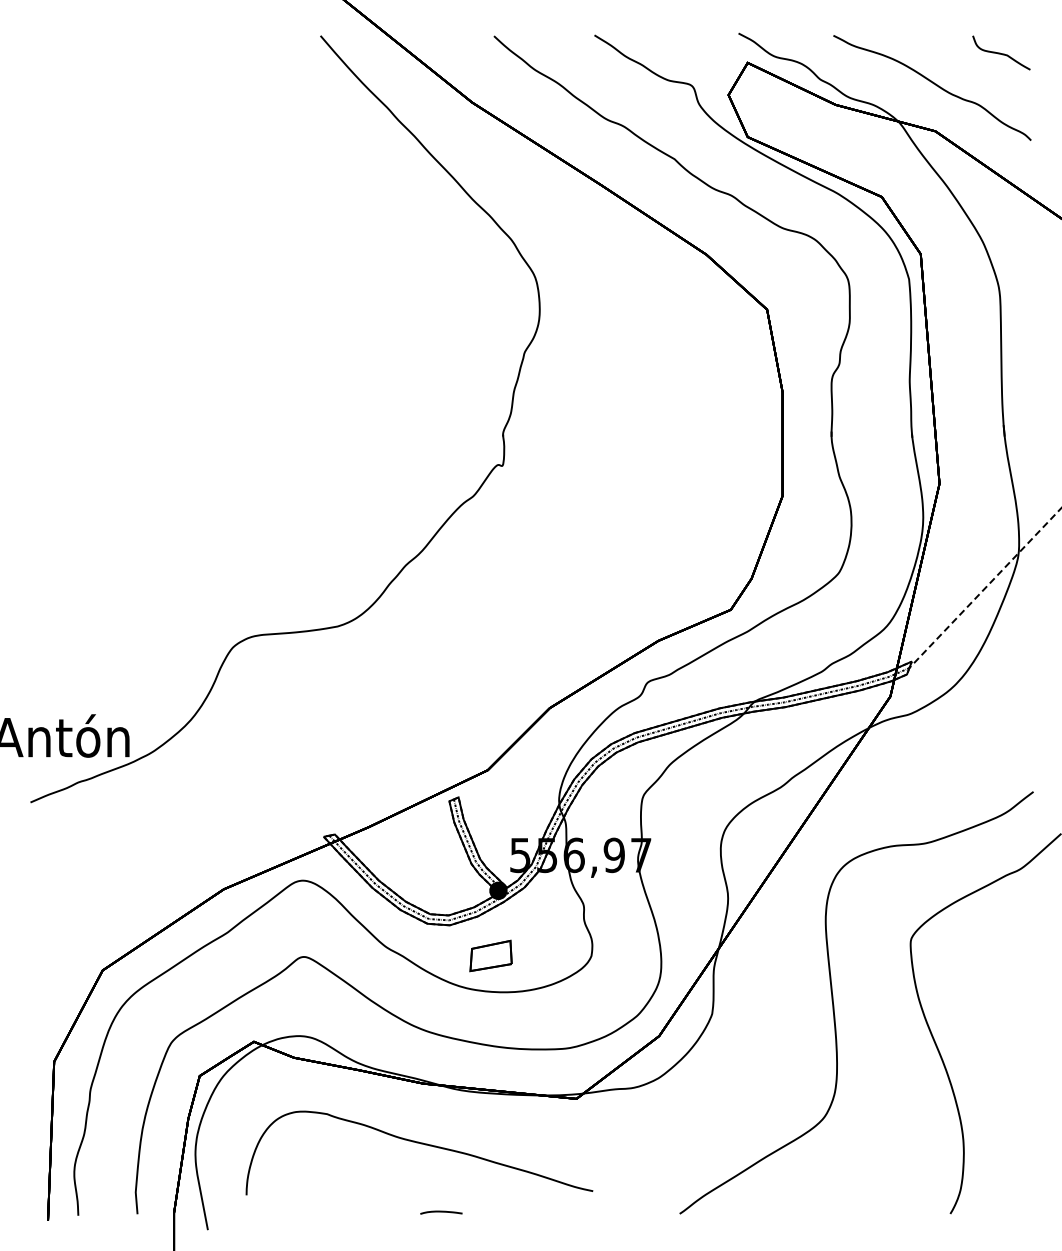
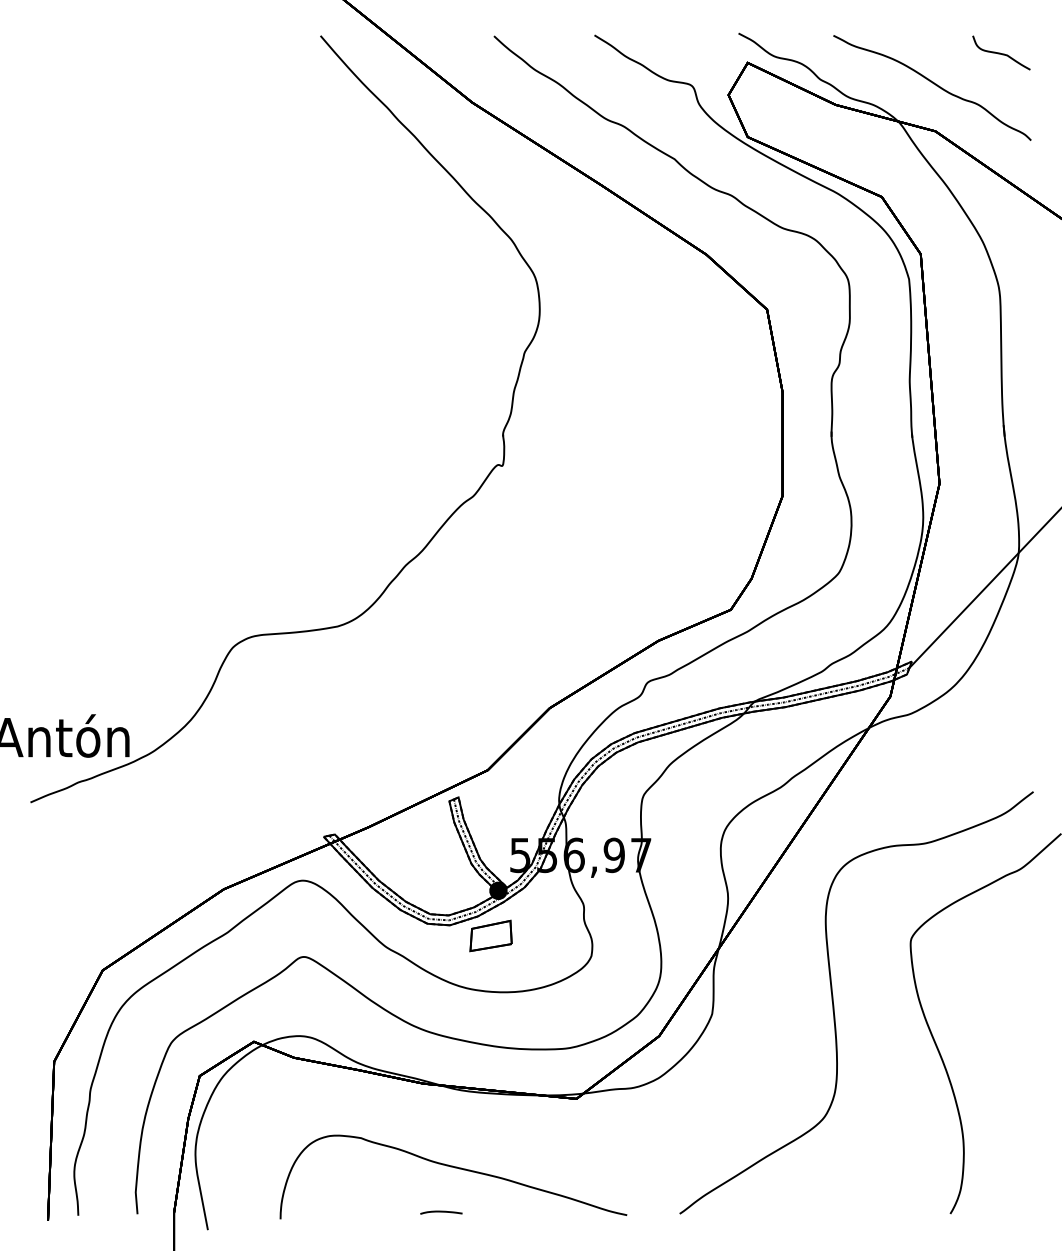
line at (985, 588): dashed -> solid
part at (490, 955) position: (490, 955) -> (490, 935)
curve at (421, 1144) position: (421, 1144) -> (455, 1168)
